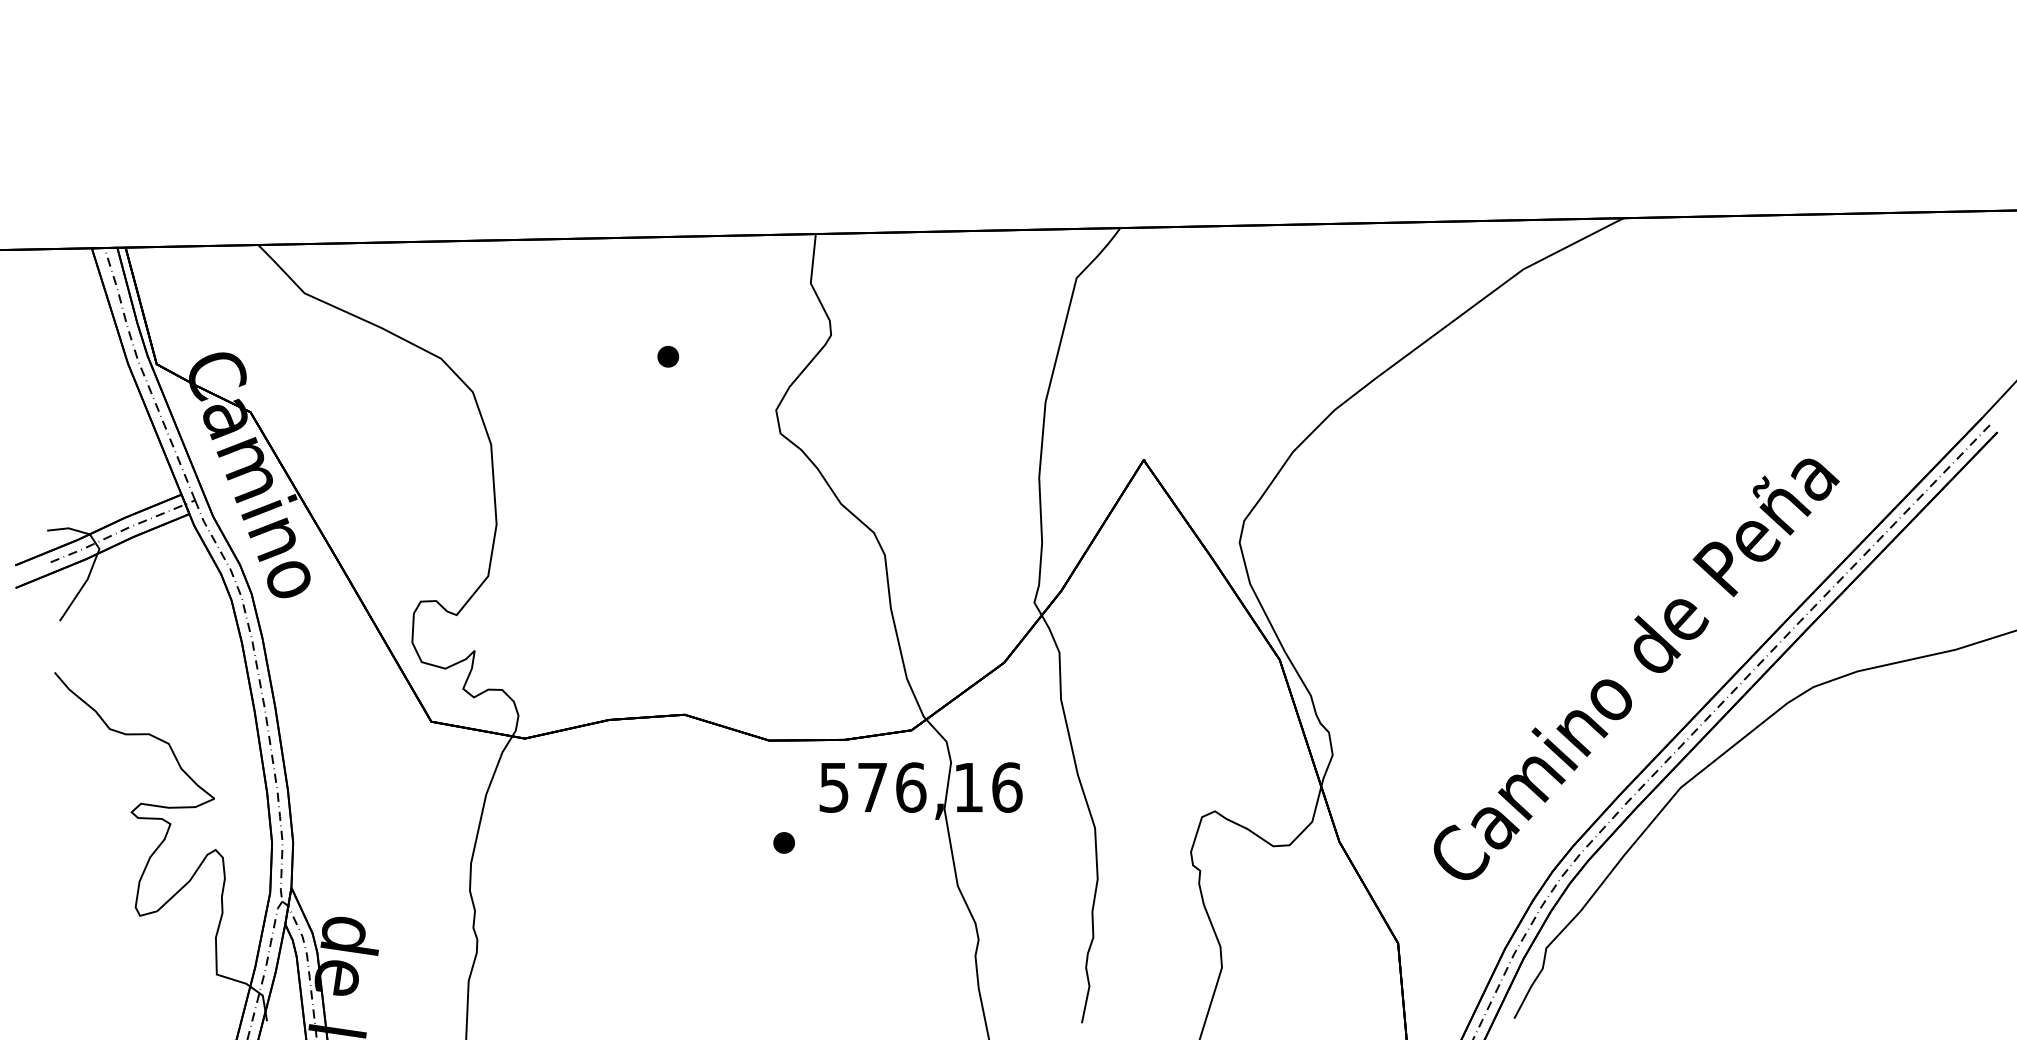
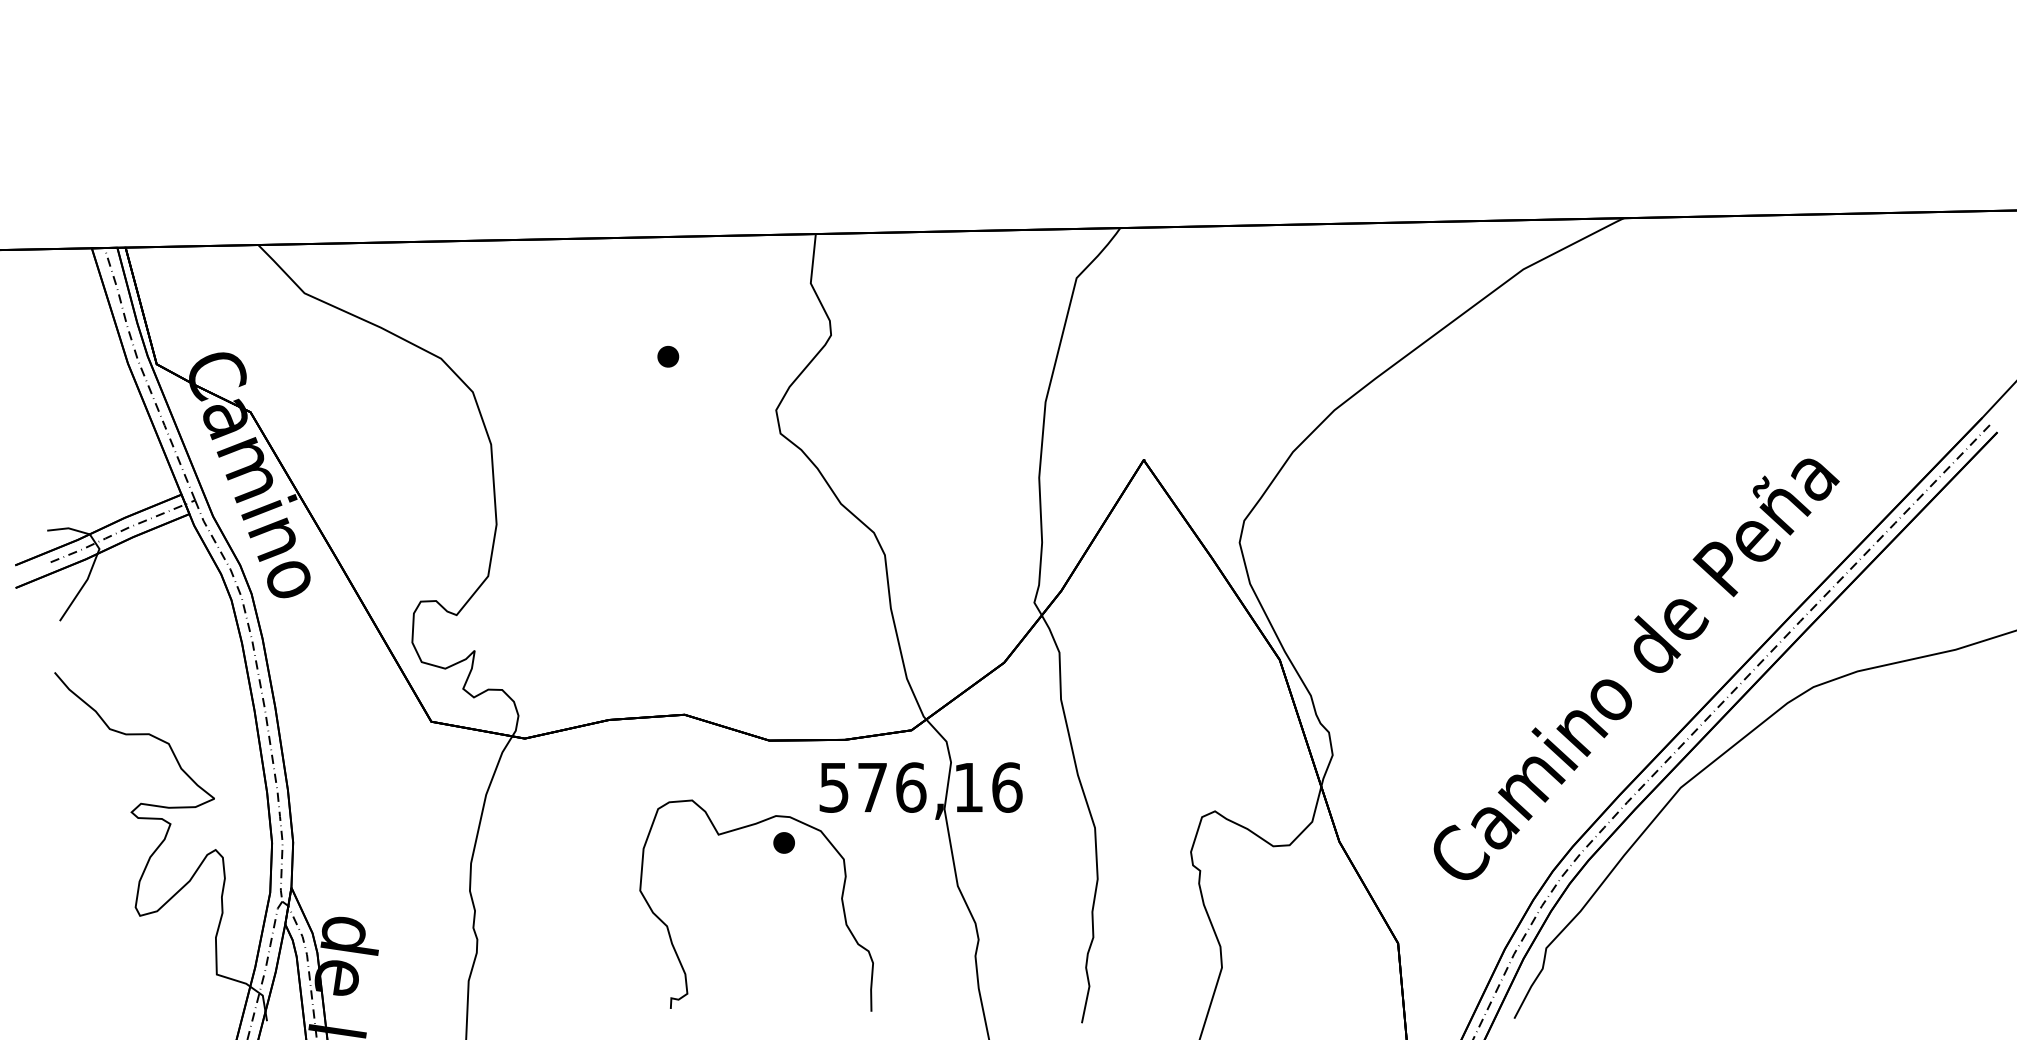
curve at (737, 830): none -> present
